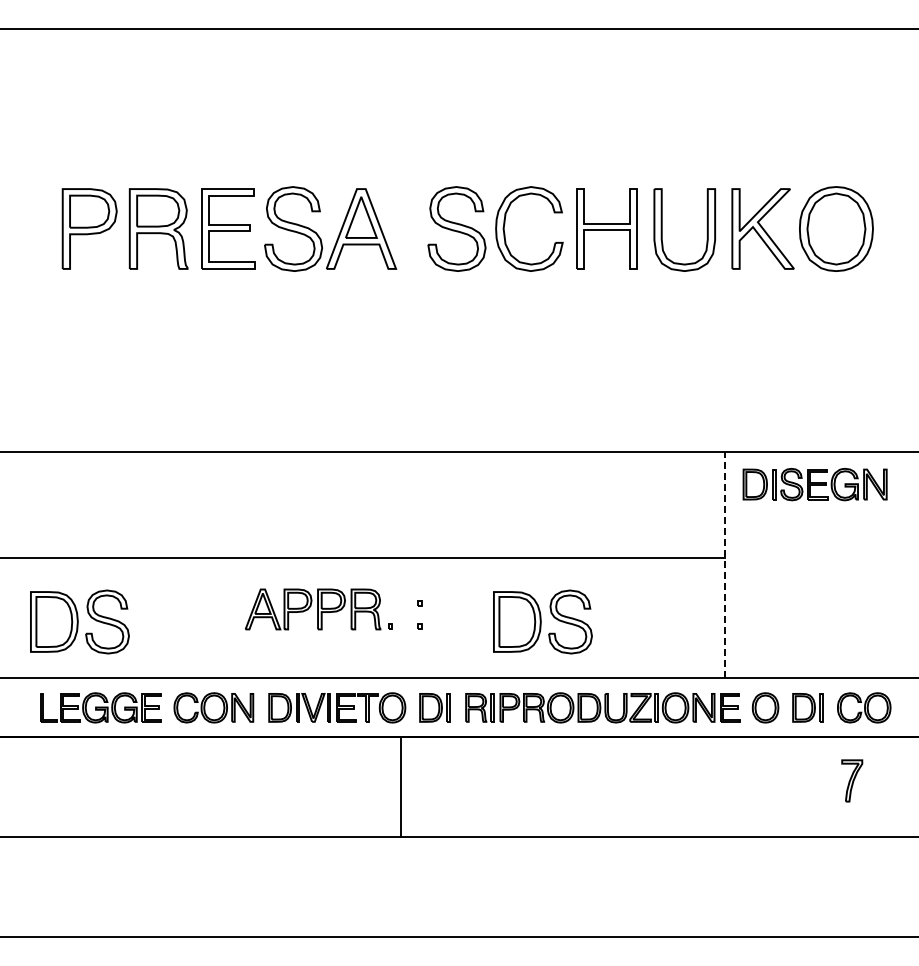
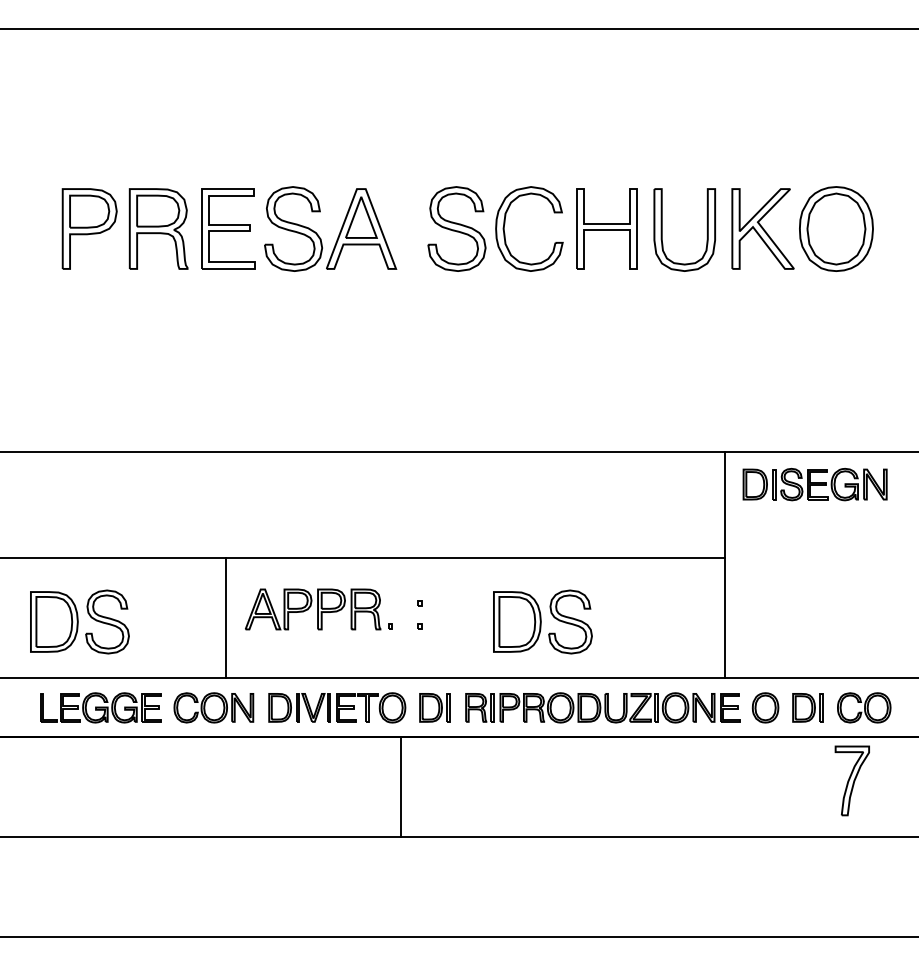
line at (724, 564): dashed -> solid
line at (225, 617): none -> present
part at (852, 780) size: 23x44 px -> 36x72 px
